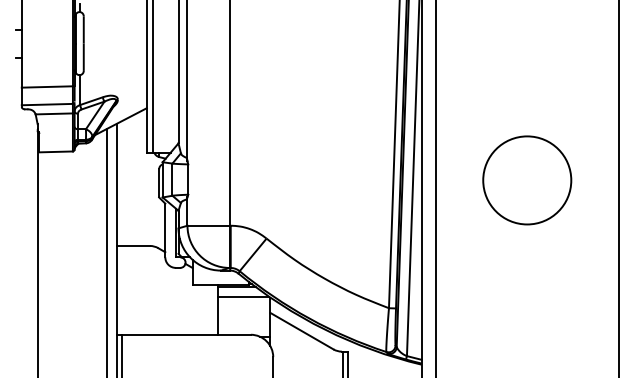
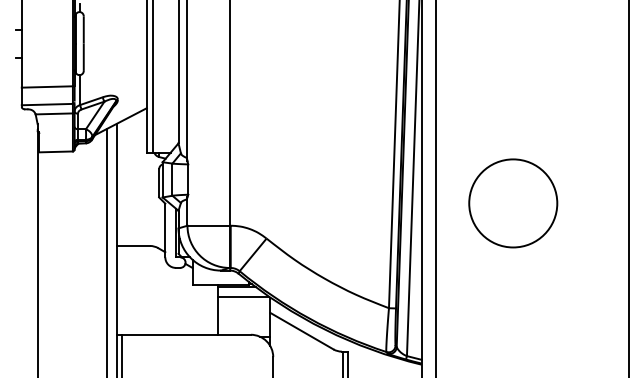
circle at (527, 180) position: (527, 180) -> (513, 203)
line at (618, 188) position: (618, 188) -> (628, 188)
